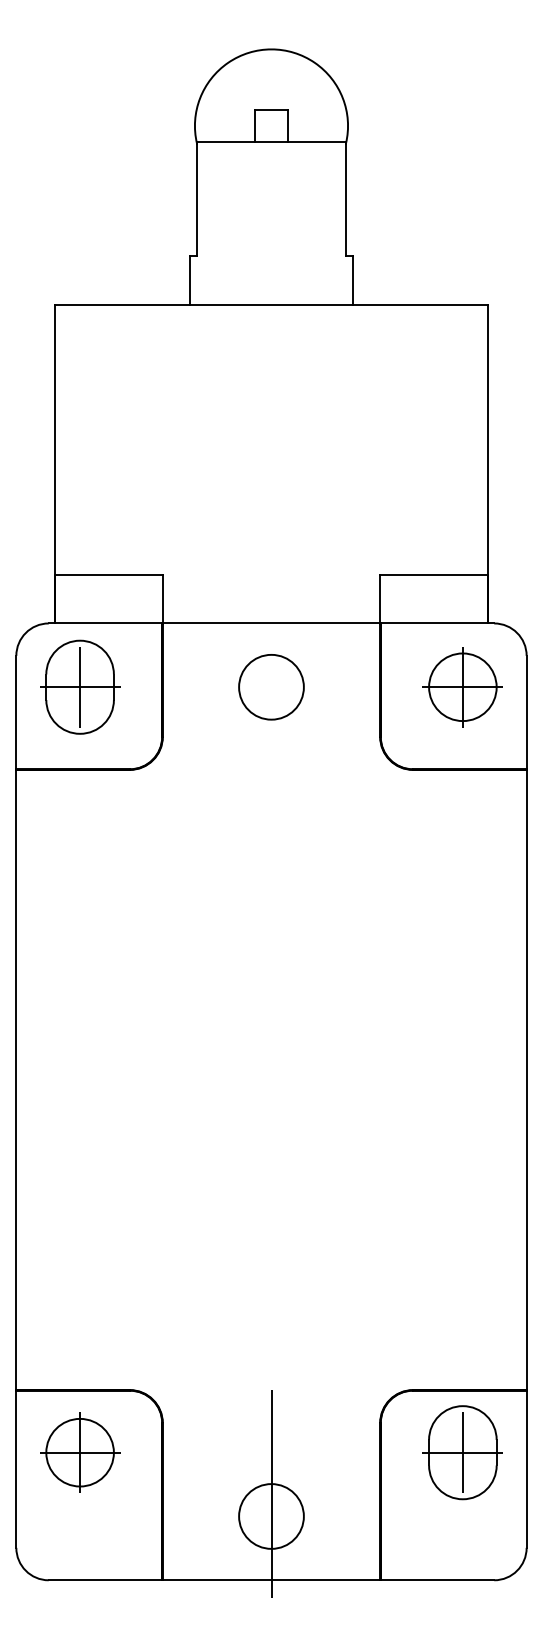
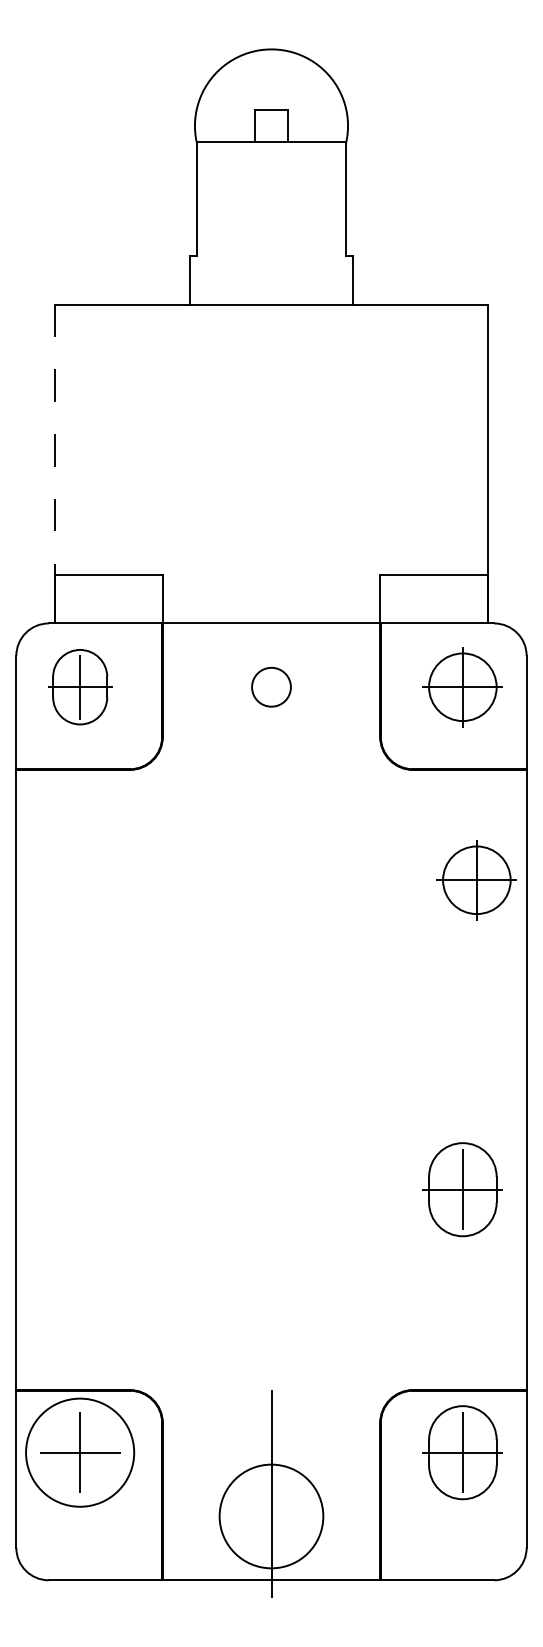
line at (54, 440): solid -> dashed
part at (80, 686) size: 81x96 px -> 65x77 px
circle at (271, 686) diameter: 65 px -> 39 px
part at (476, 880): none -> present
part at (462, 1189): none -> present
circle at (79, 1452) diameter: 68 px -> 108 px
circle at (271, 1516) diameter: 65 px -> 104 px
